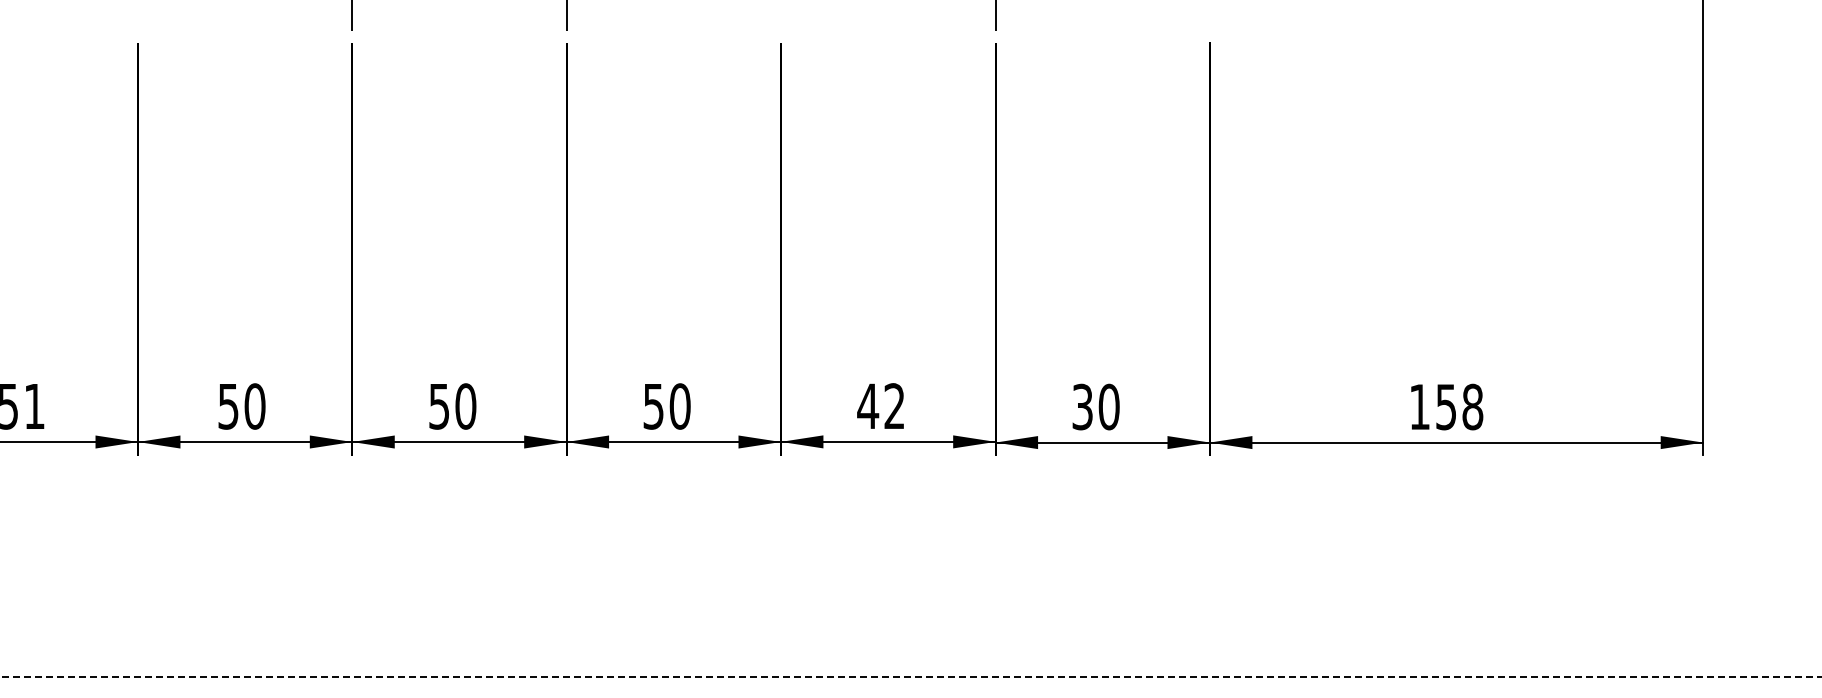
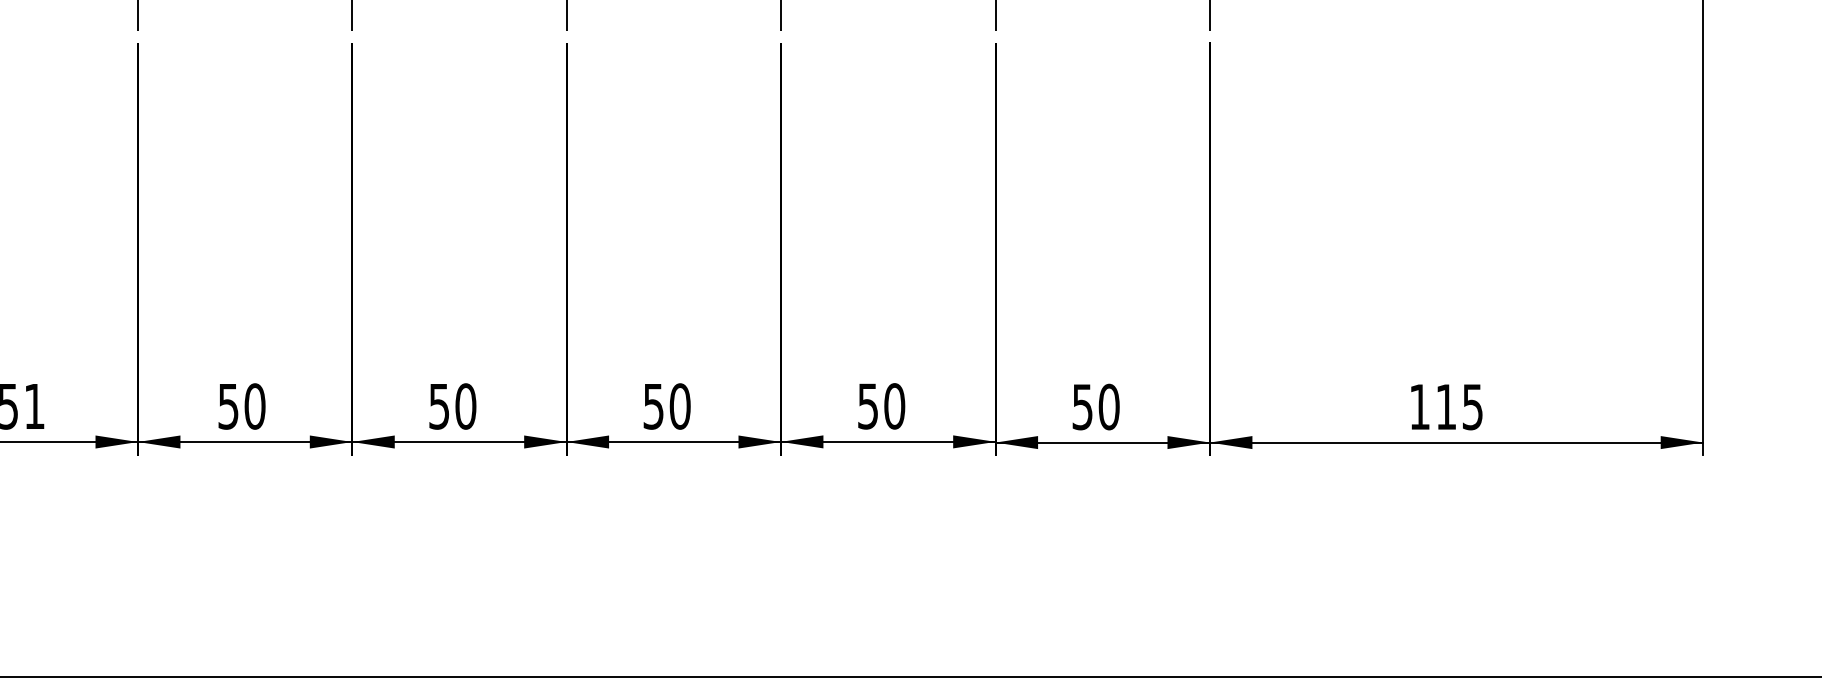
line at (137, 16): none -> present
line at (780, 16): none -> present
line at (1209, 16): none -> present
text at (881, 406): 42 -> 50
text at (1082, 406): 30 -> 50
text at (1459, 406): 158 -> 115
line at (910, 676): dashed -> solid
